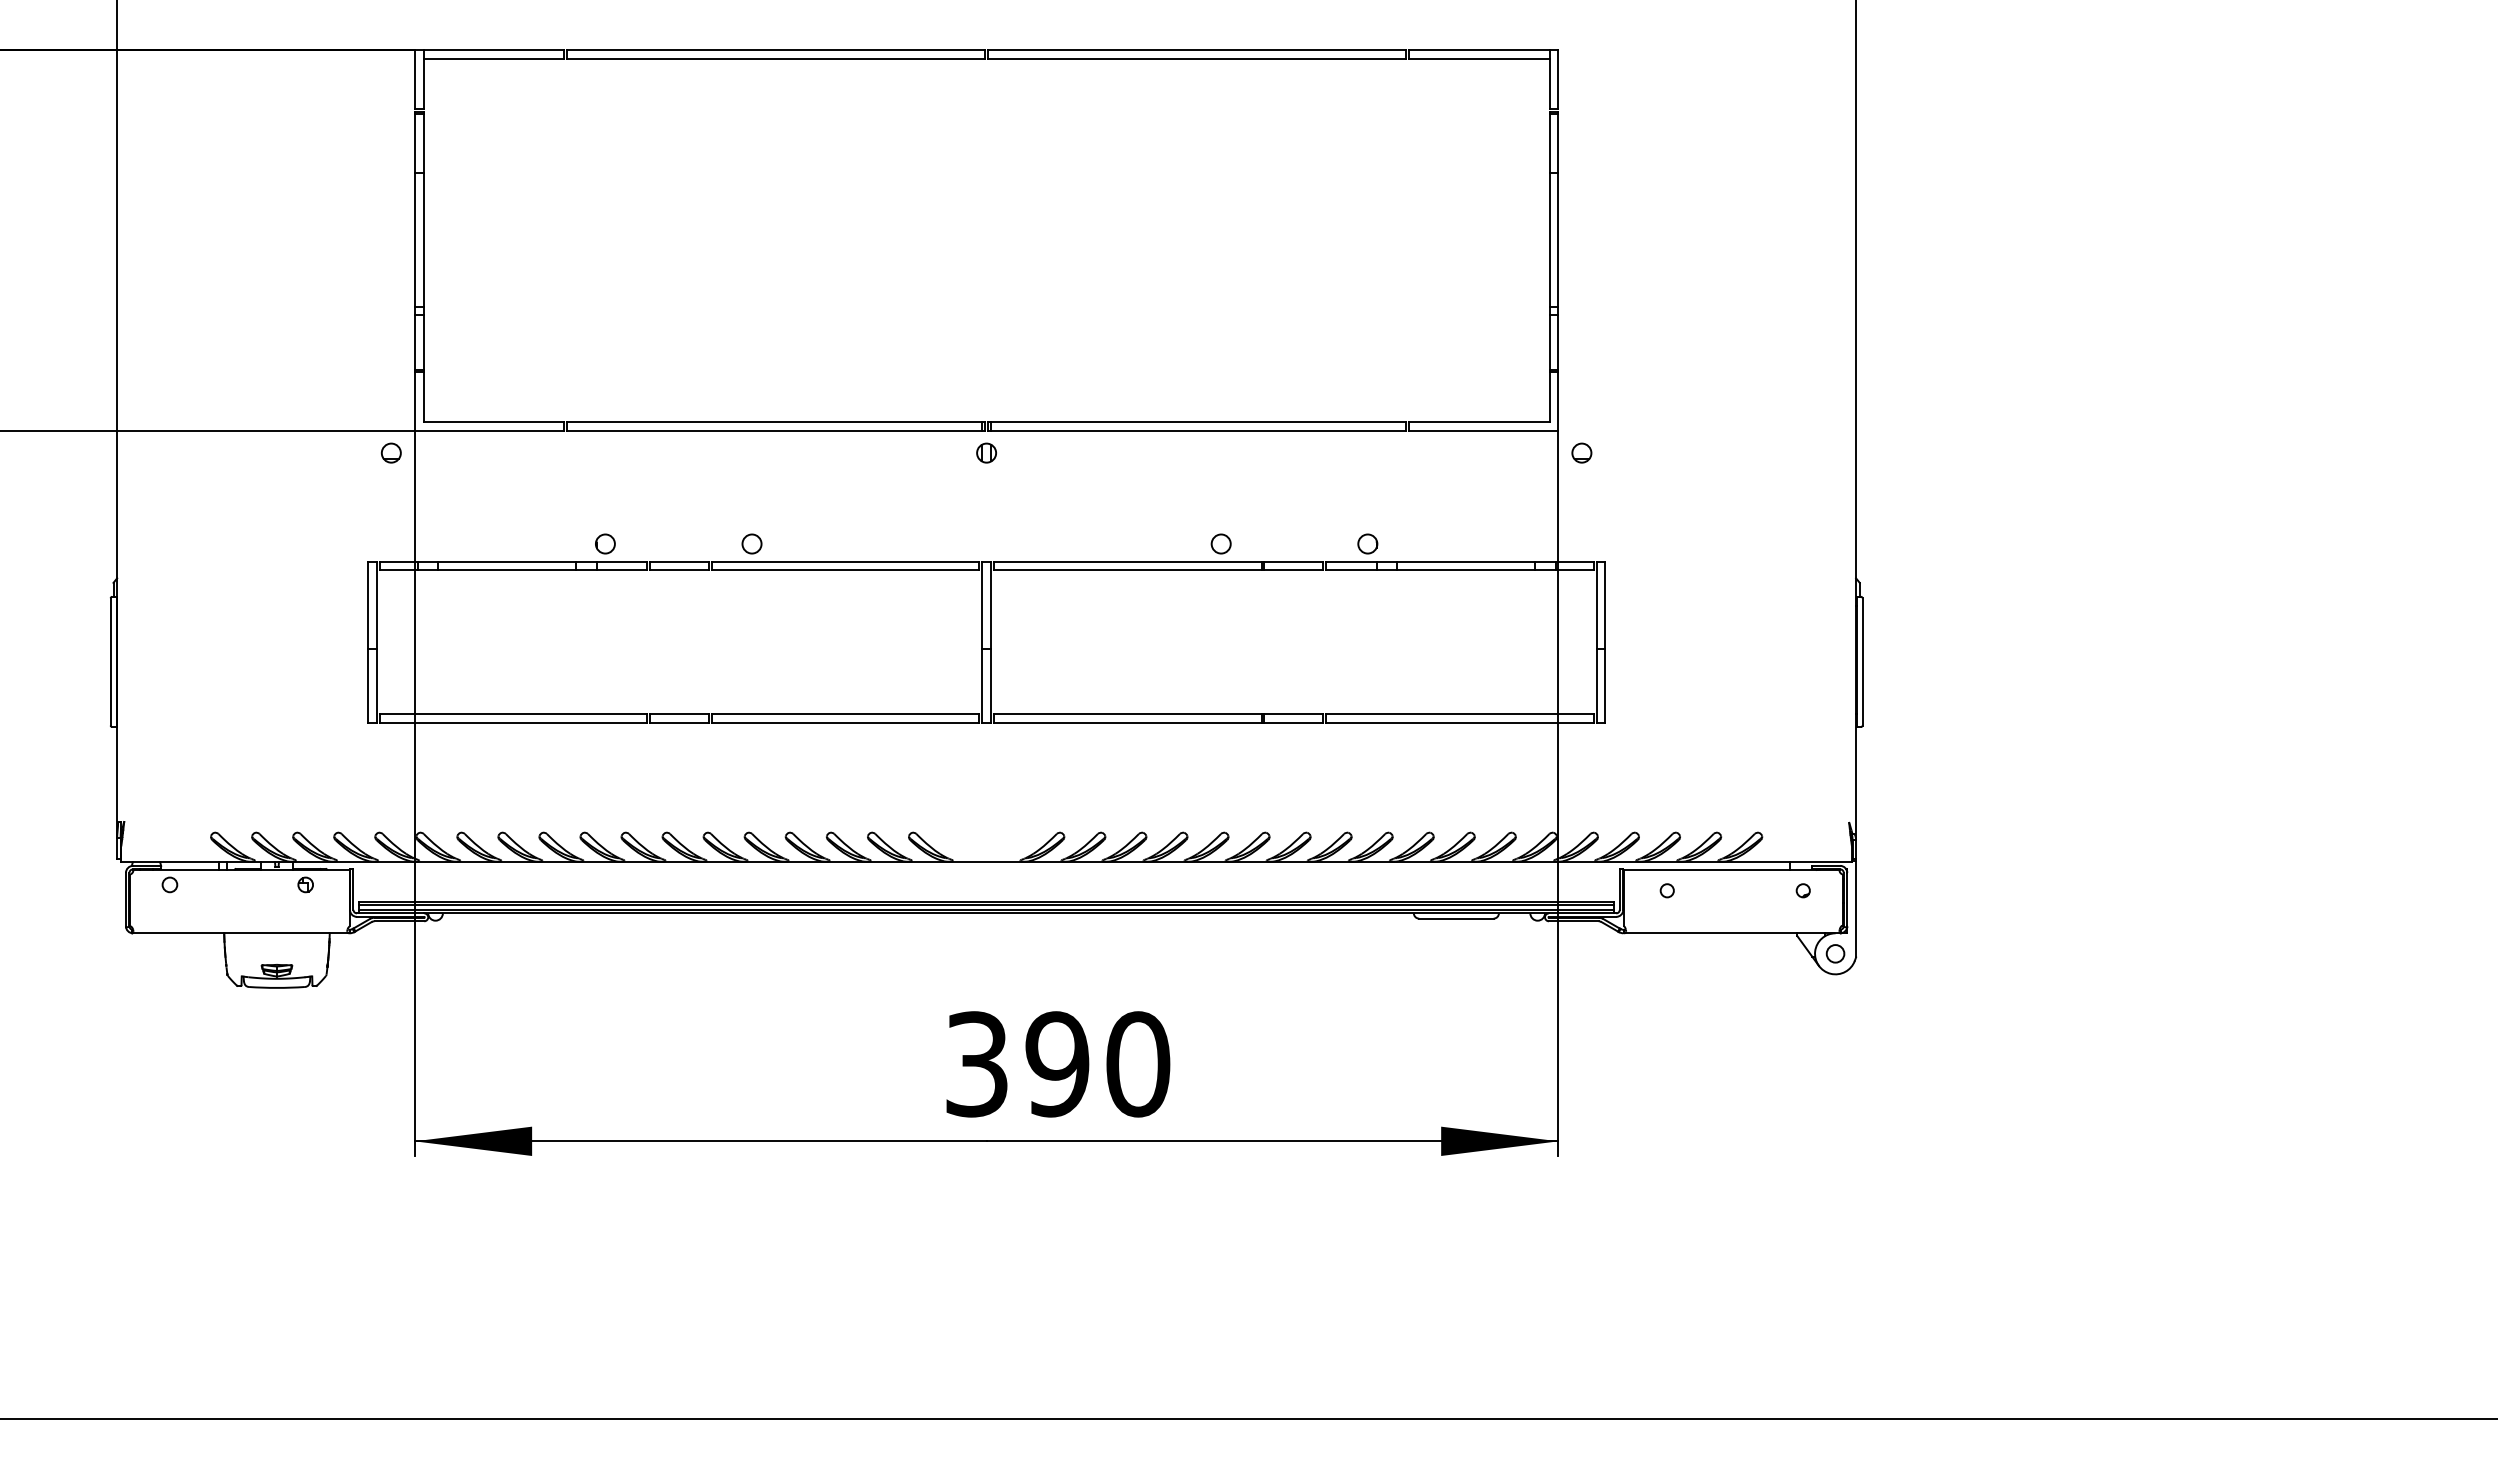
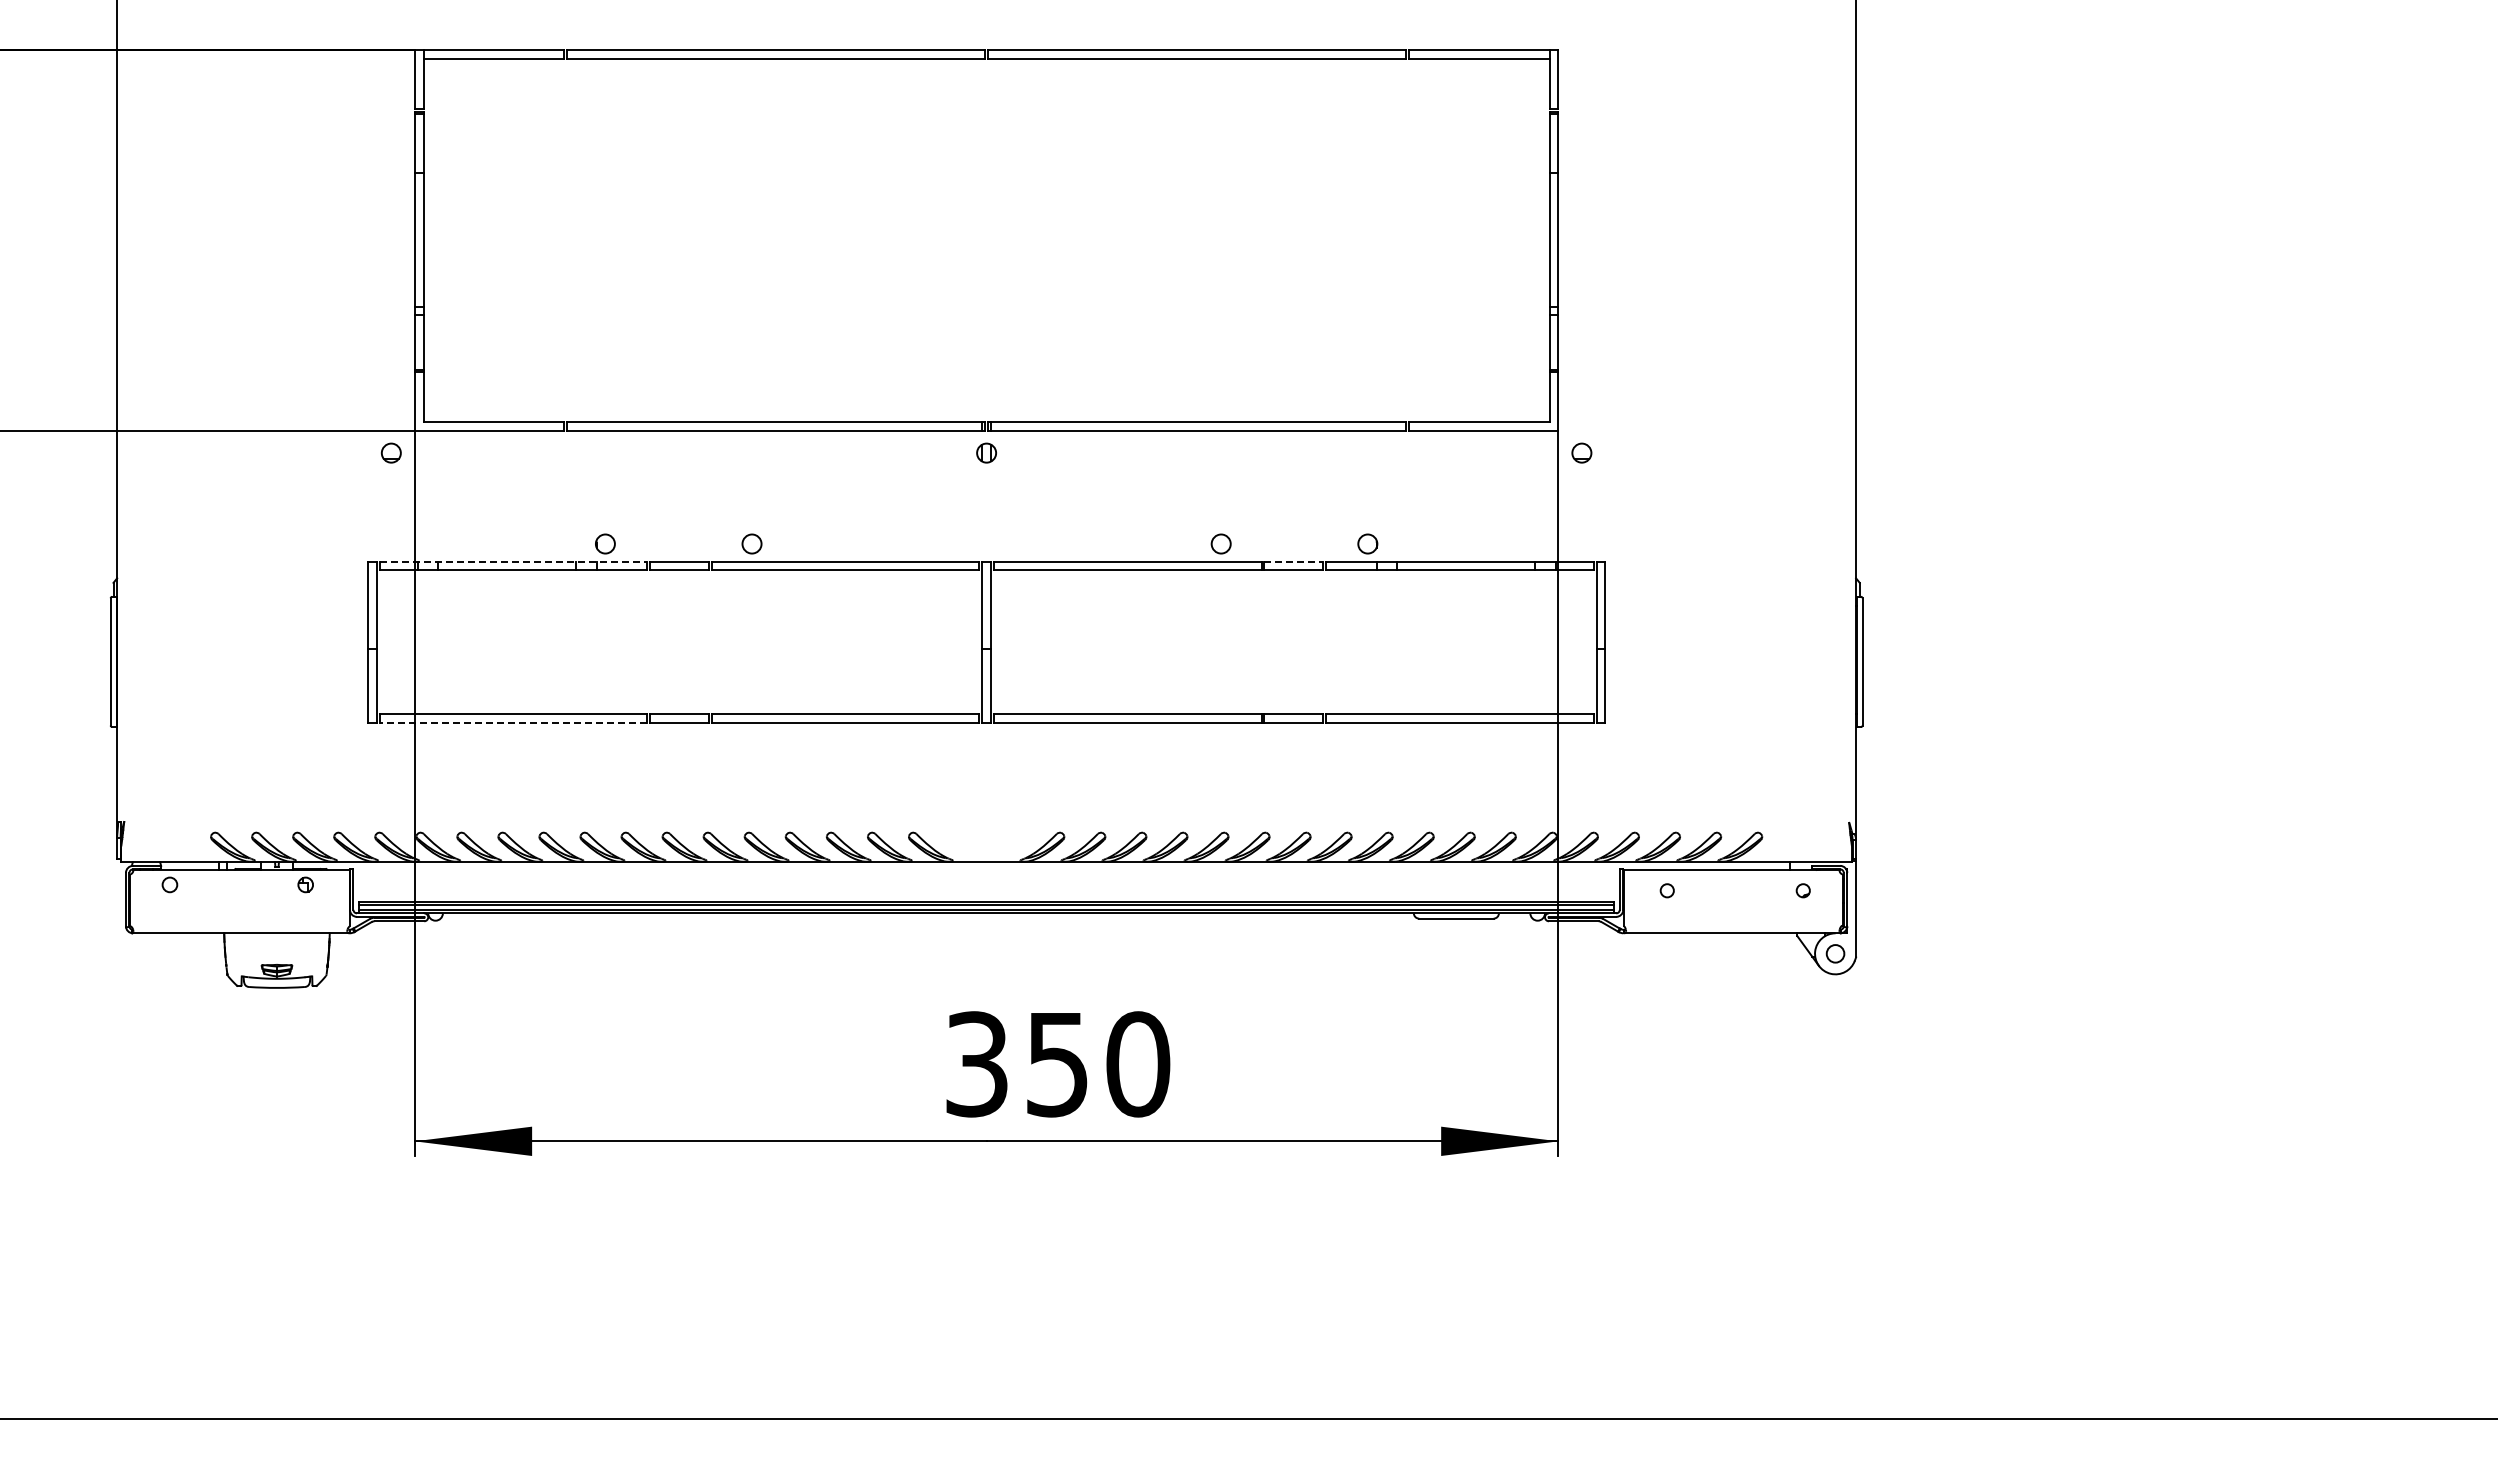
line at (513, 561): solid -> dashed
line at (1294, 561): solid -> dashed
line at (513, 722): solid -> dashed
text at (1057, 1064): 390 -> 350
